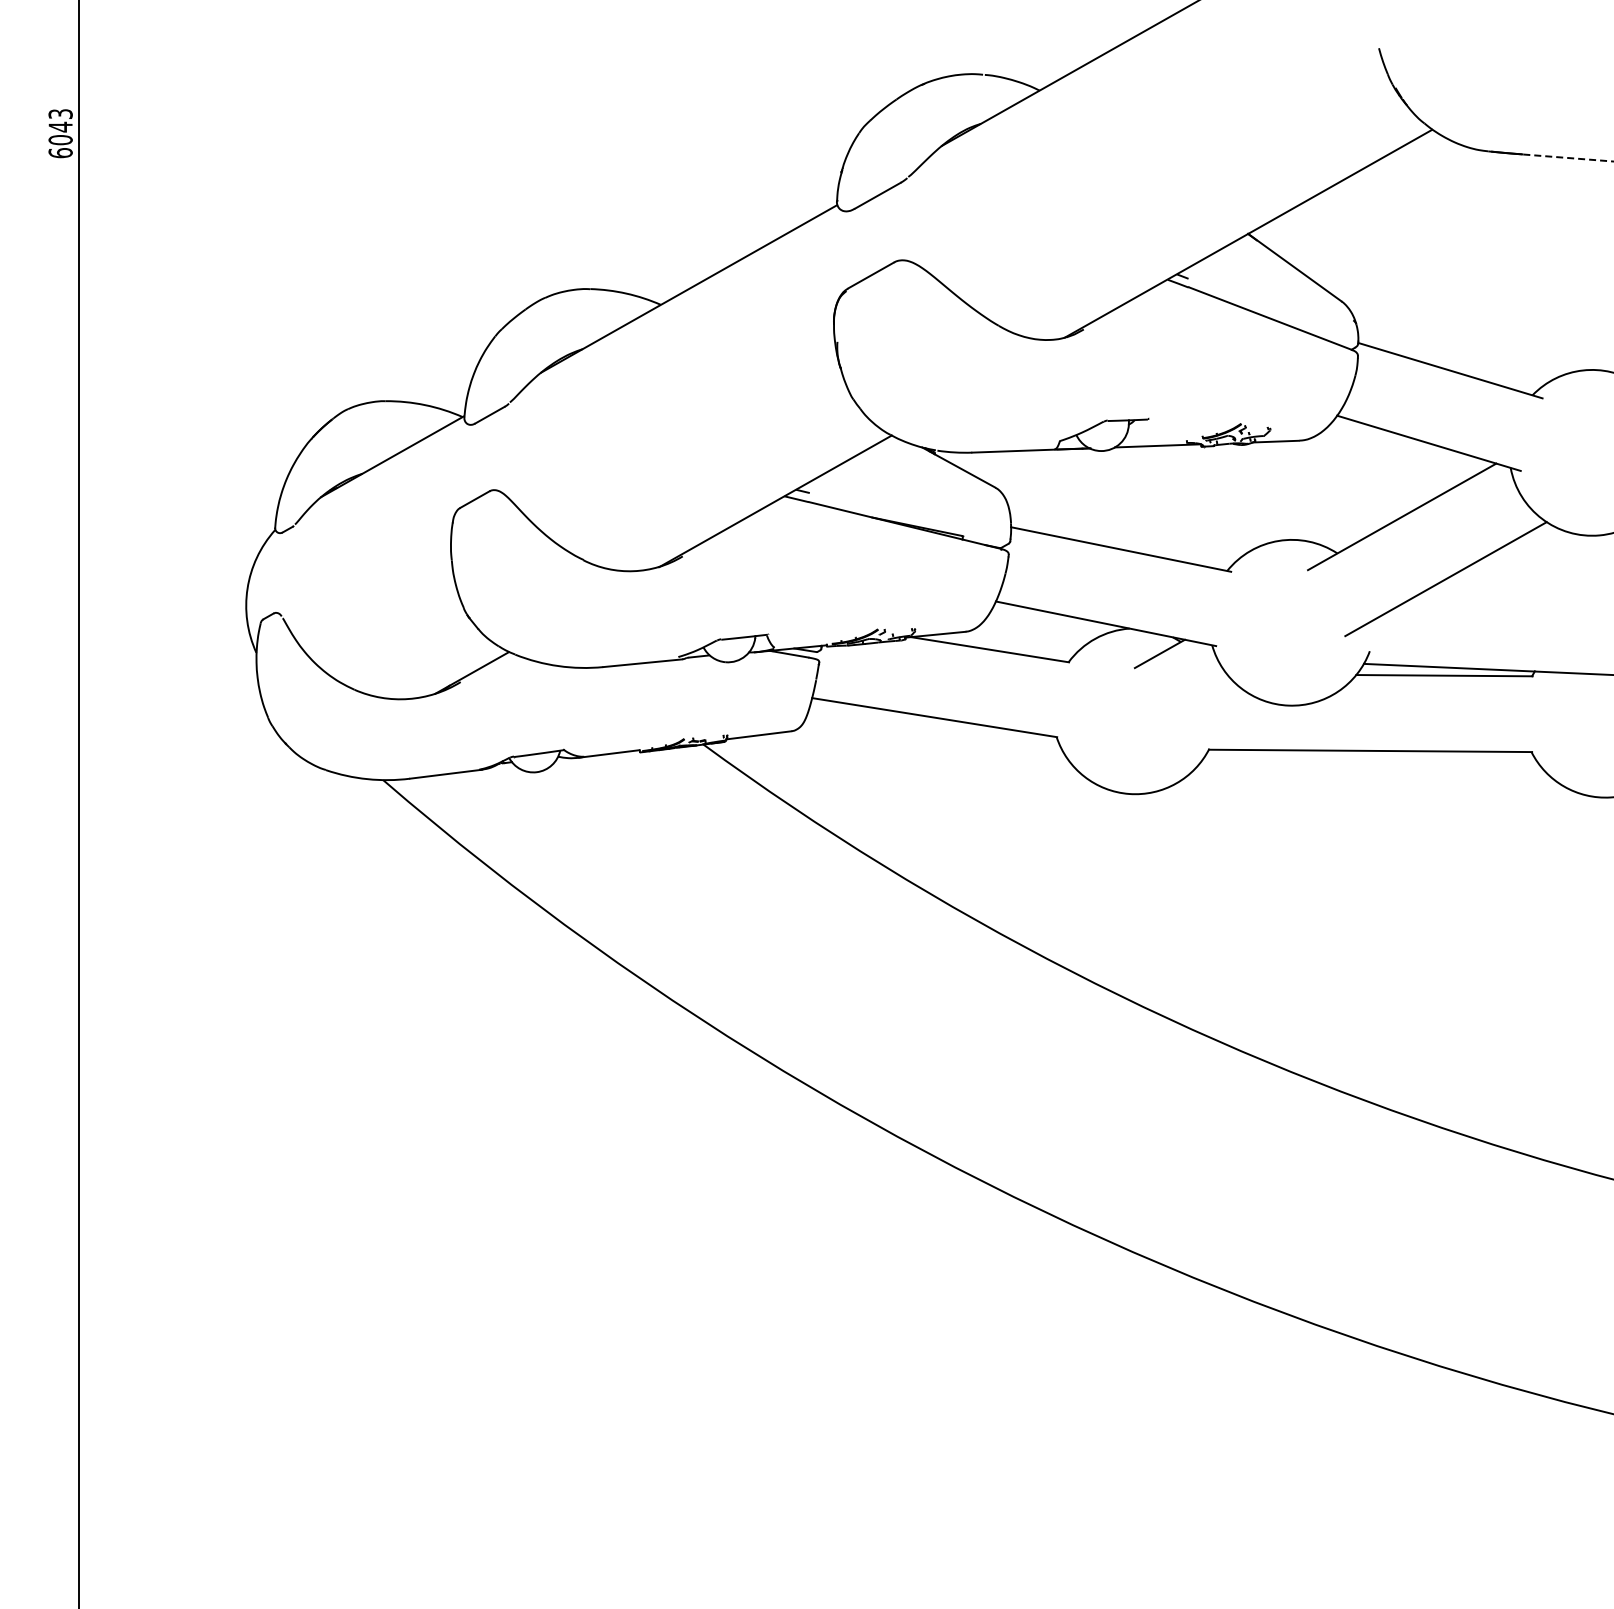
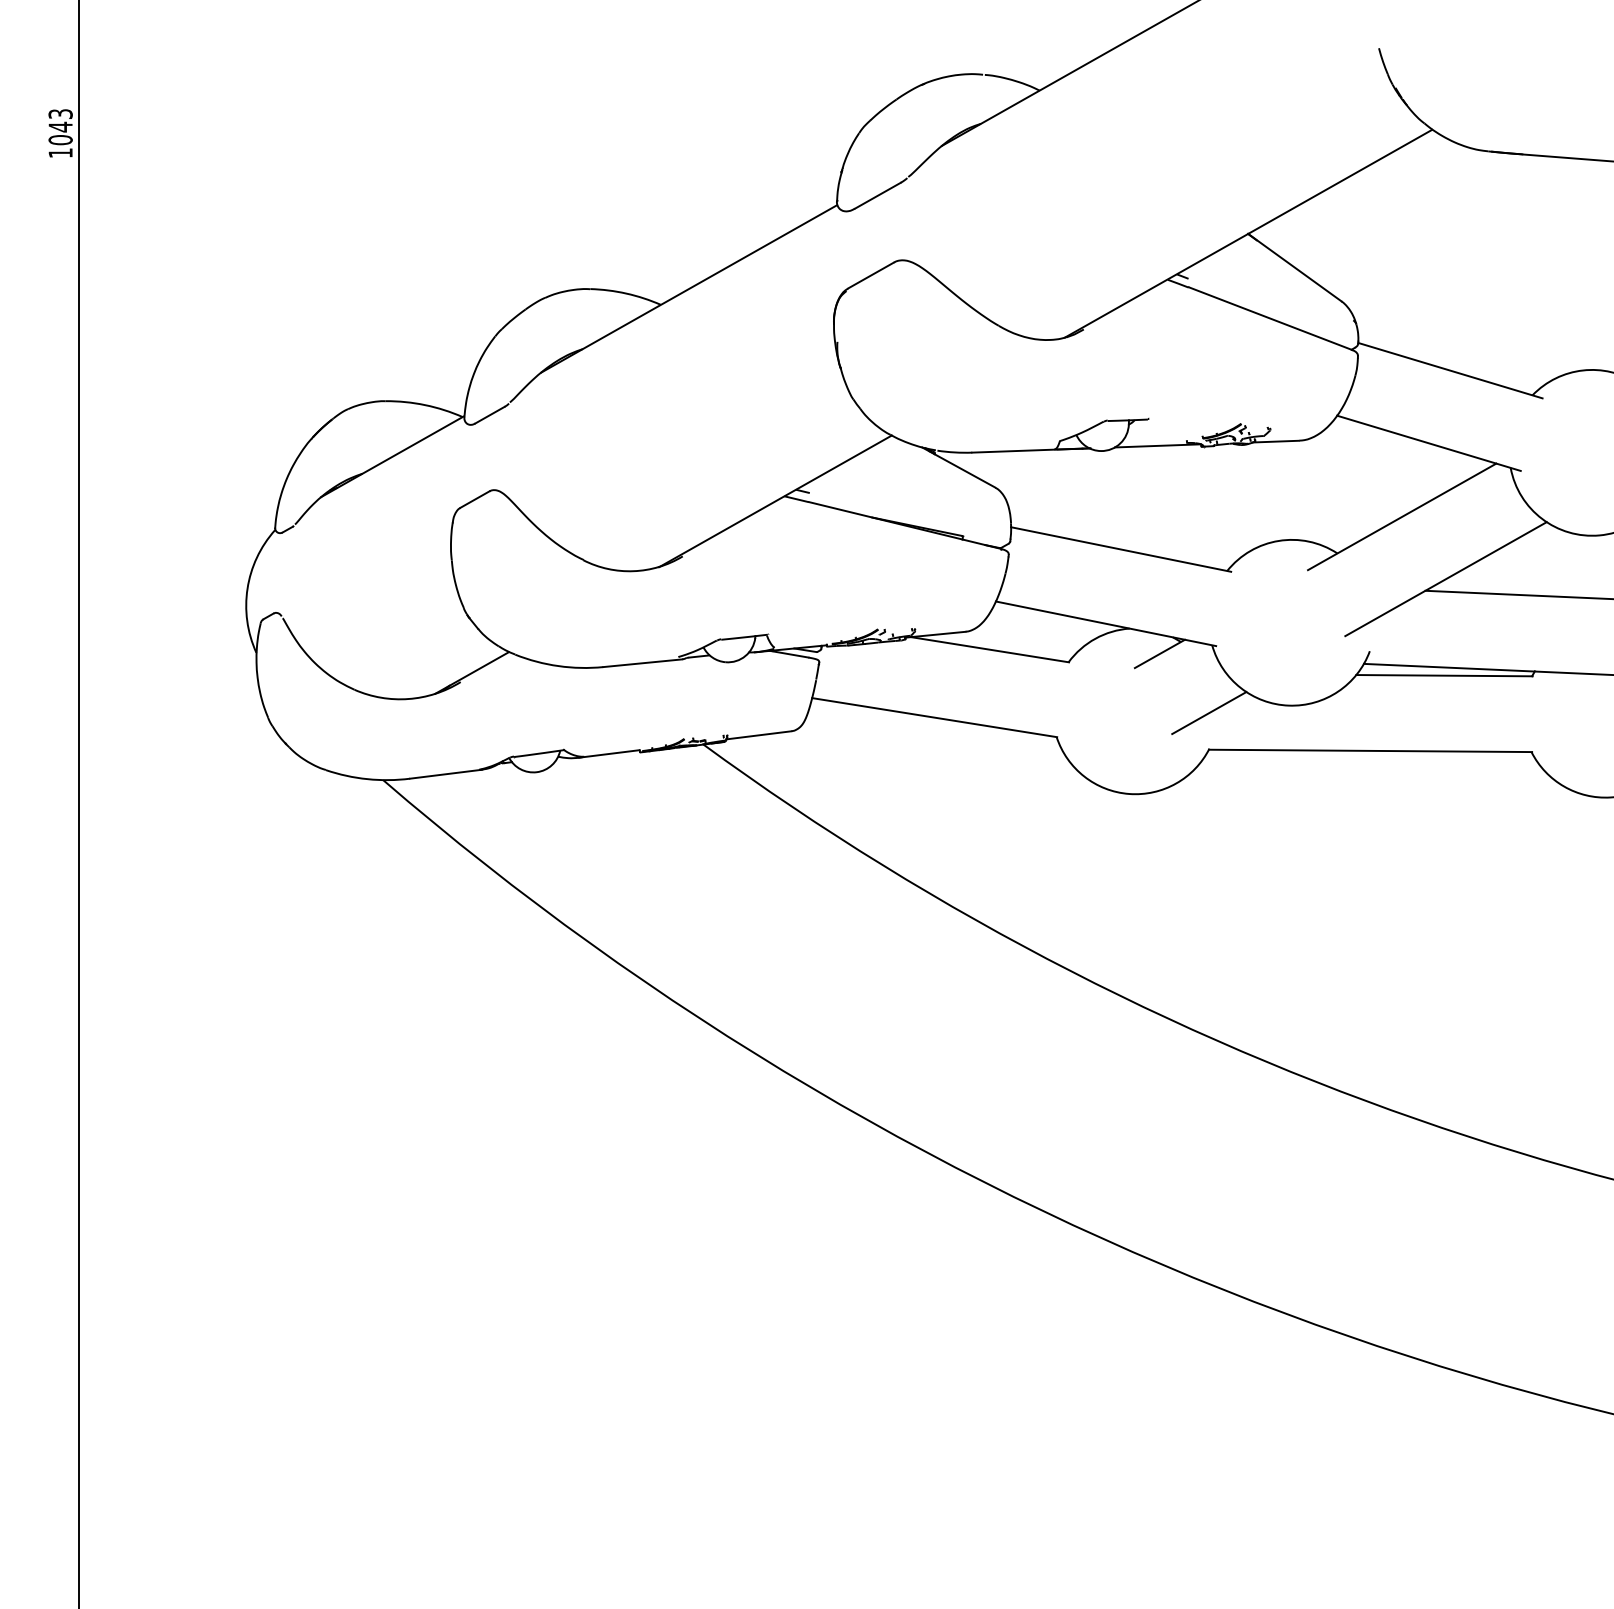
text at (60, 153): 6043 -> 1043
line at (1568, 158): dashed -> solid
line at (1517, 594): none -> present
line at (1209, 713): none -> present
